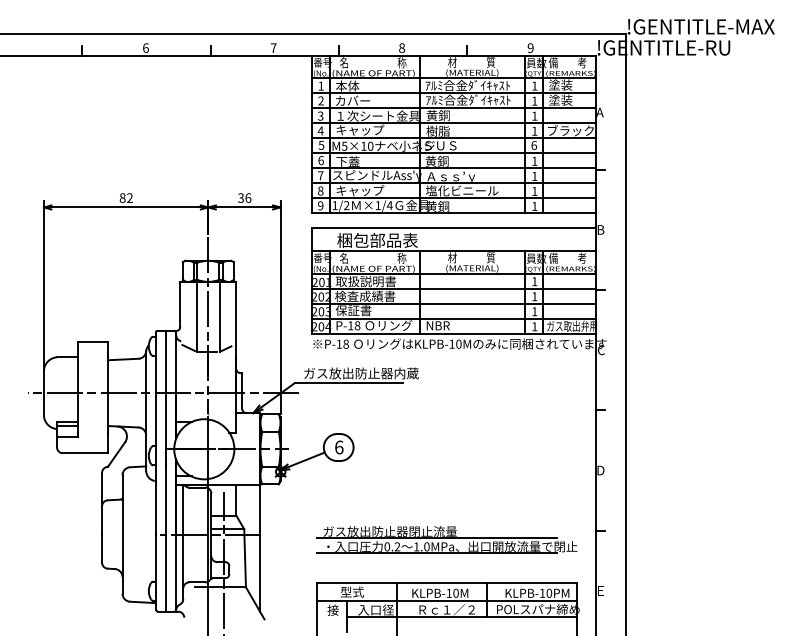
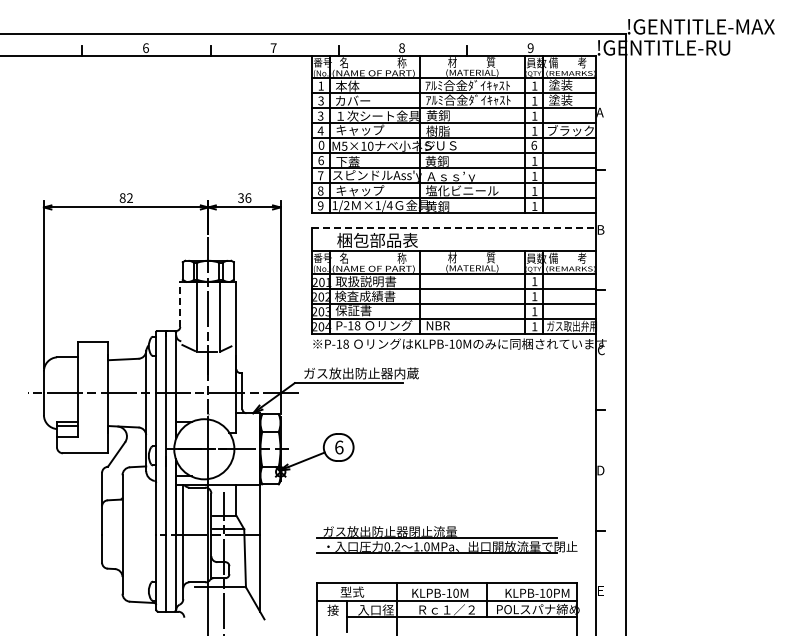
text at (320, 101): 2 -> 3
text at (321, 144): 5 -> 0
line at (454, 228): solid -> dashed
line at (180, 304): solid -> dashed
